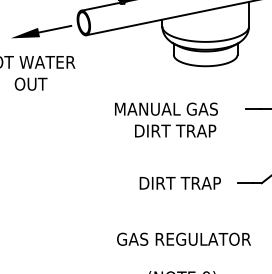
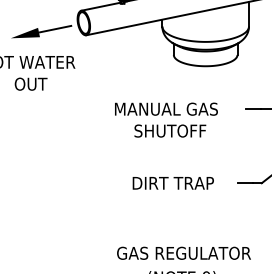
text at (175, 130): DIRT TRAP -> SHUTOFF
text at (179, 183) position: (179, 183) -> (172, 183)
text at (183, 238) position: (183, 238) -> (183, 252)
